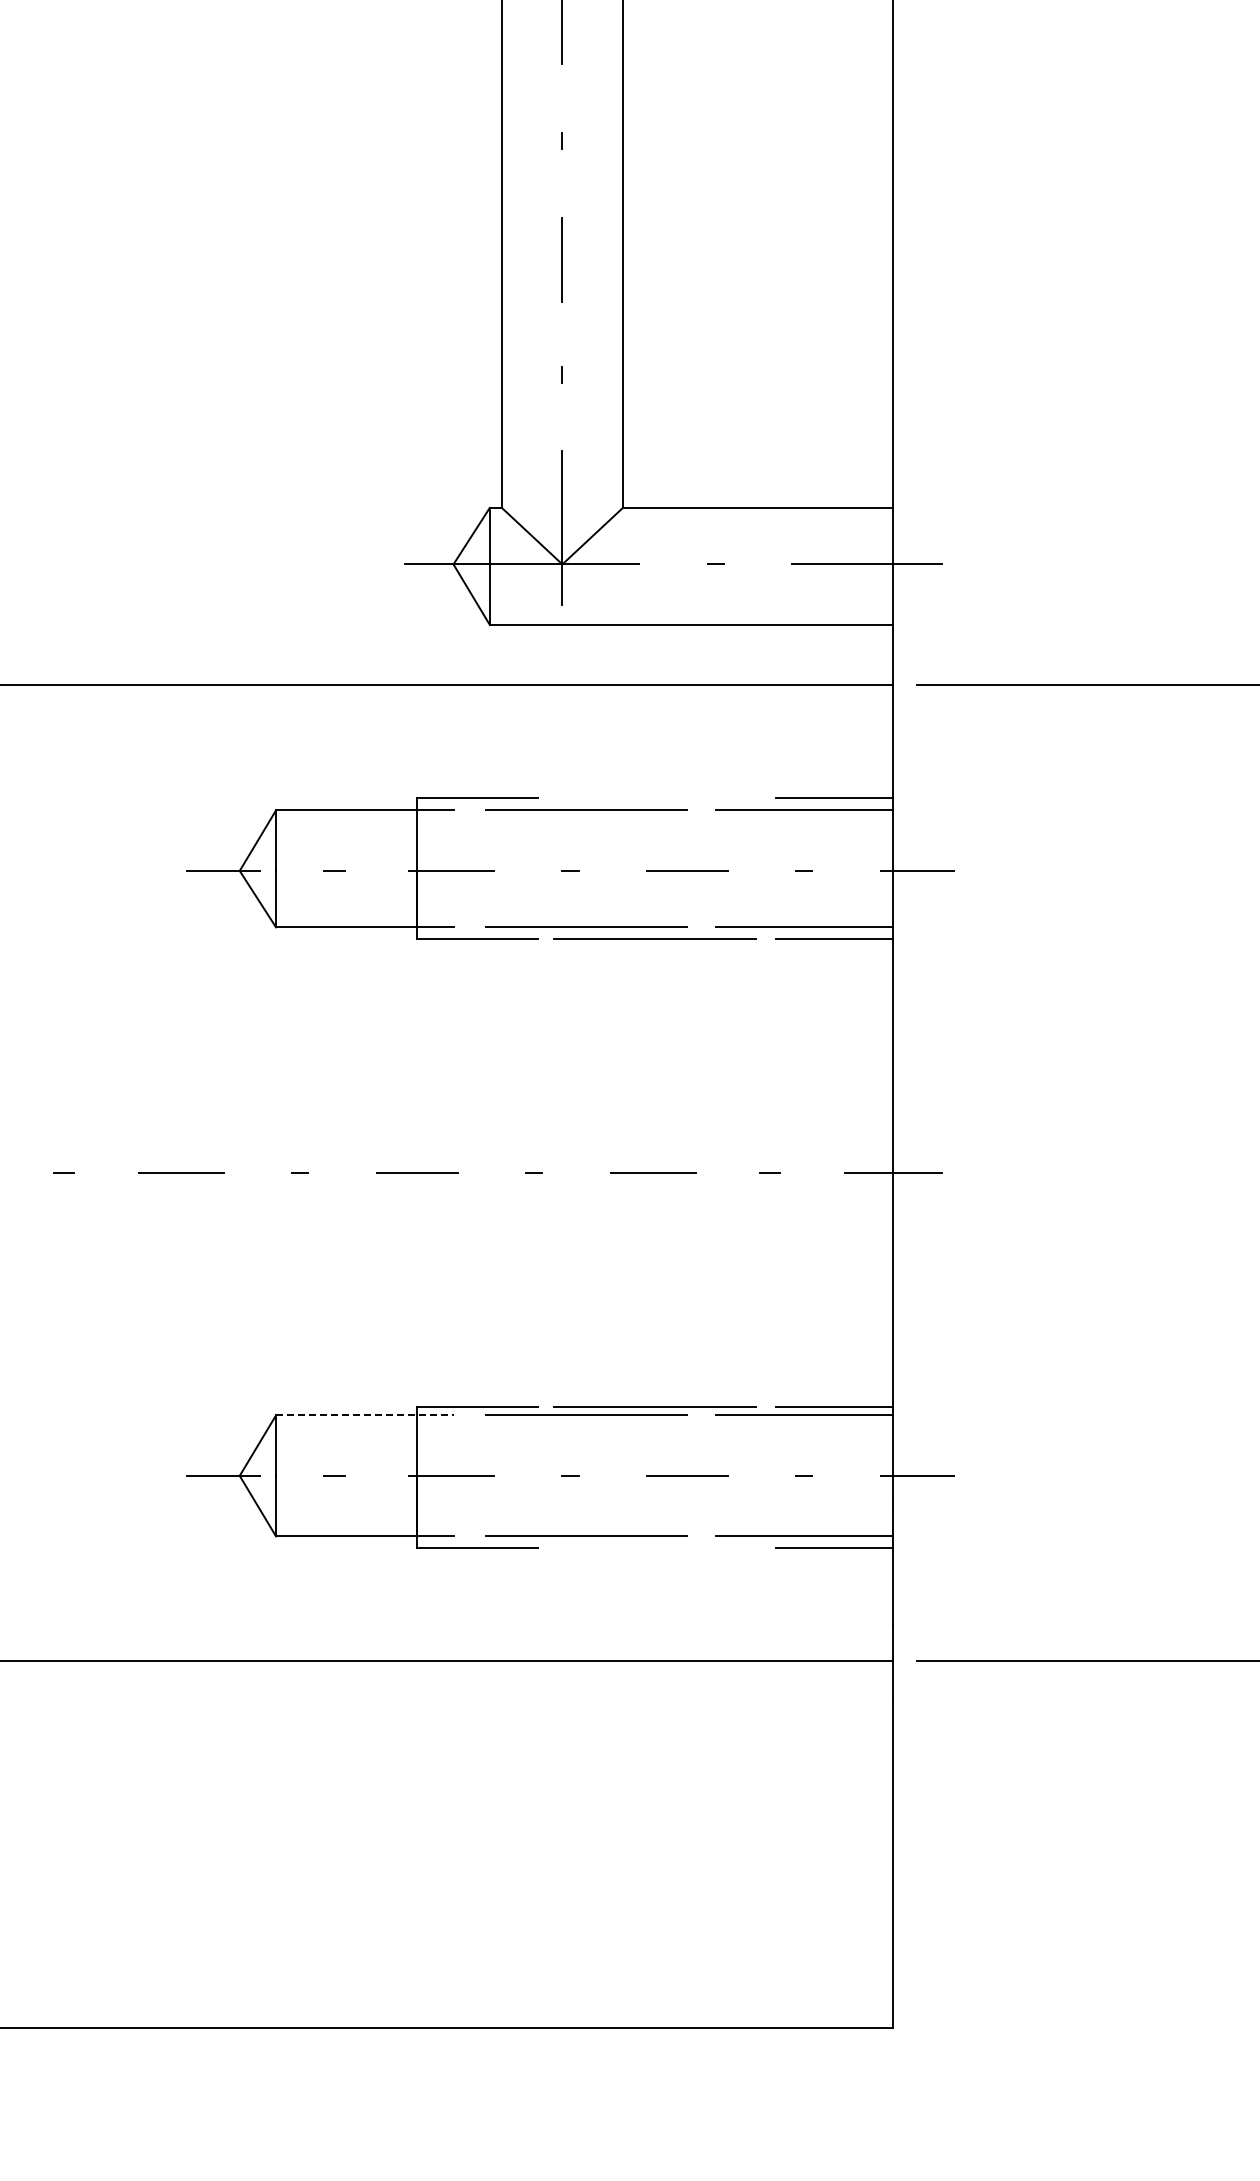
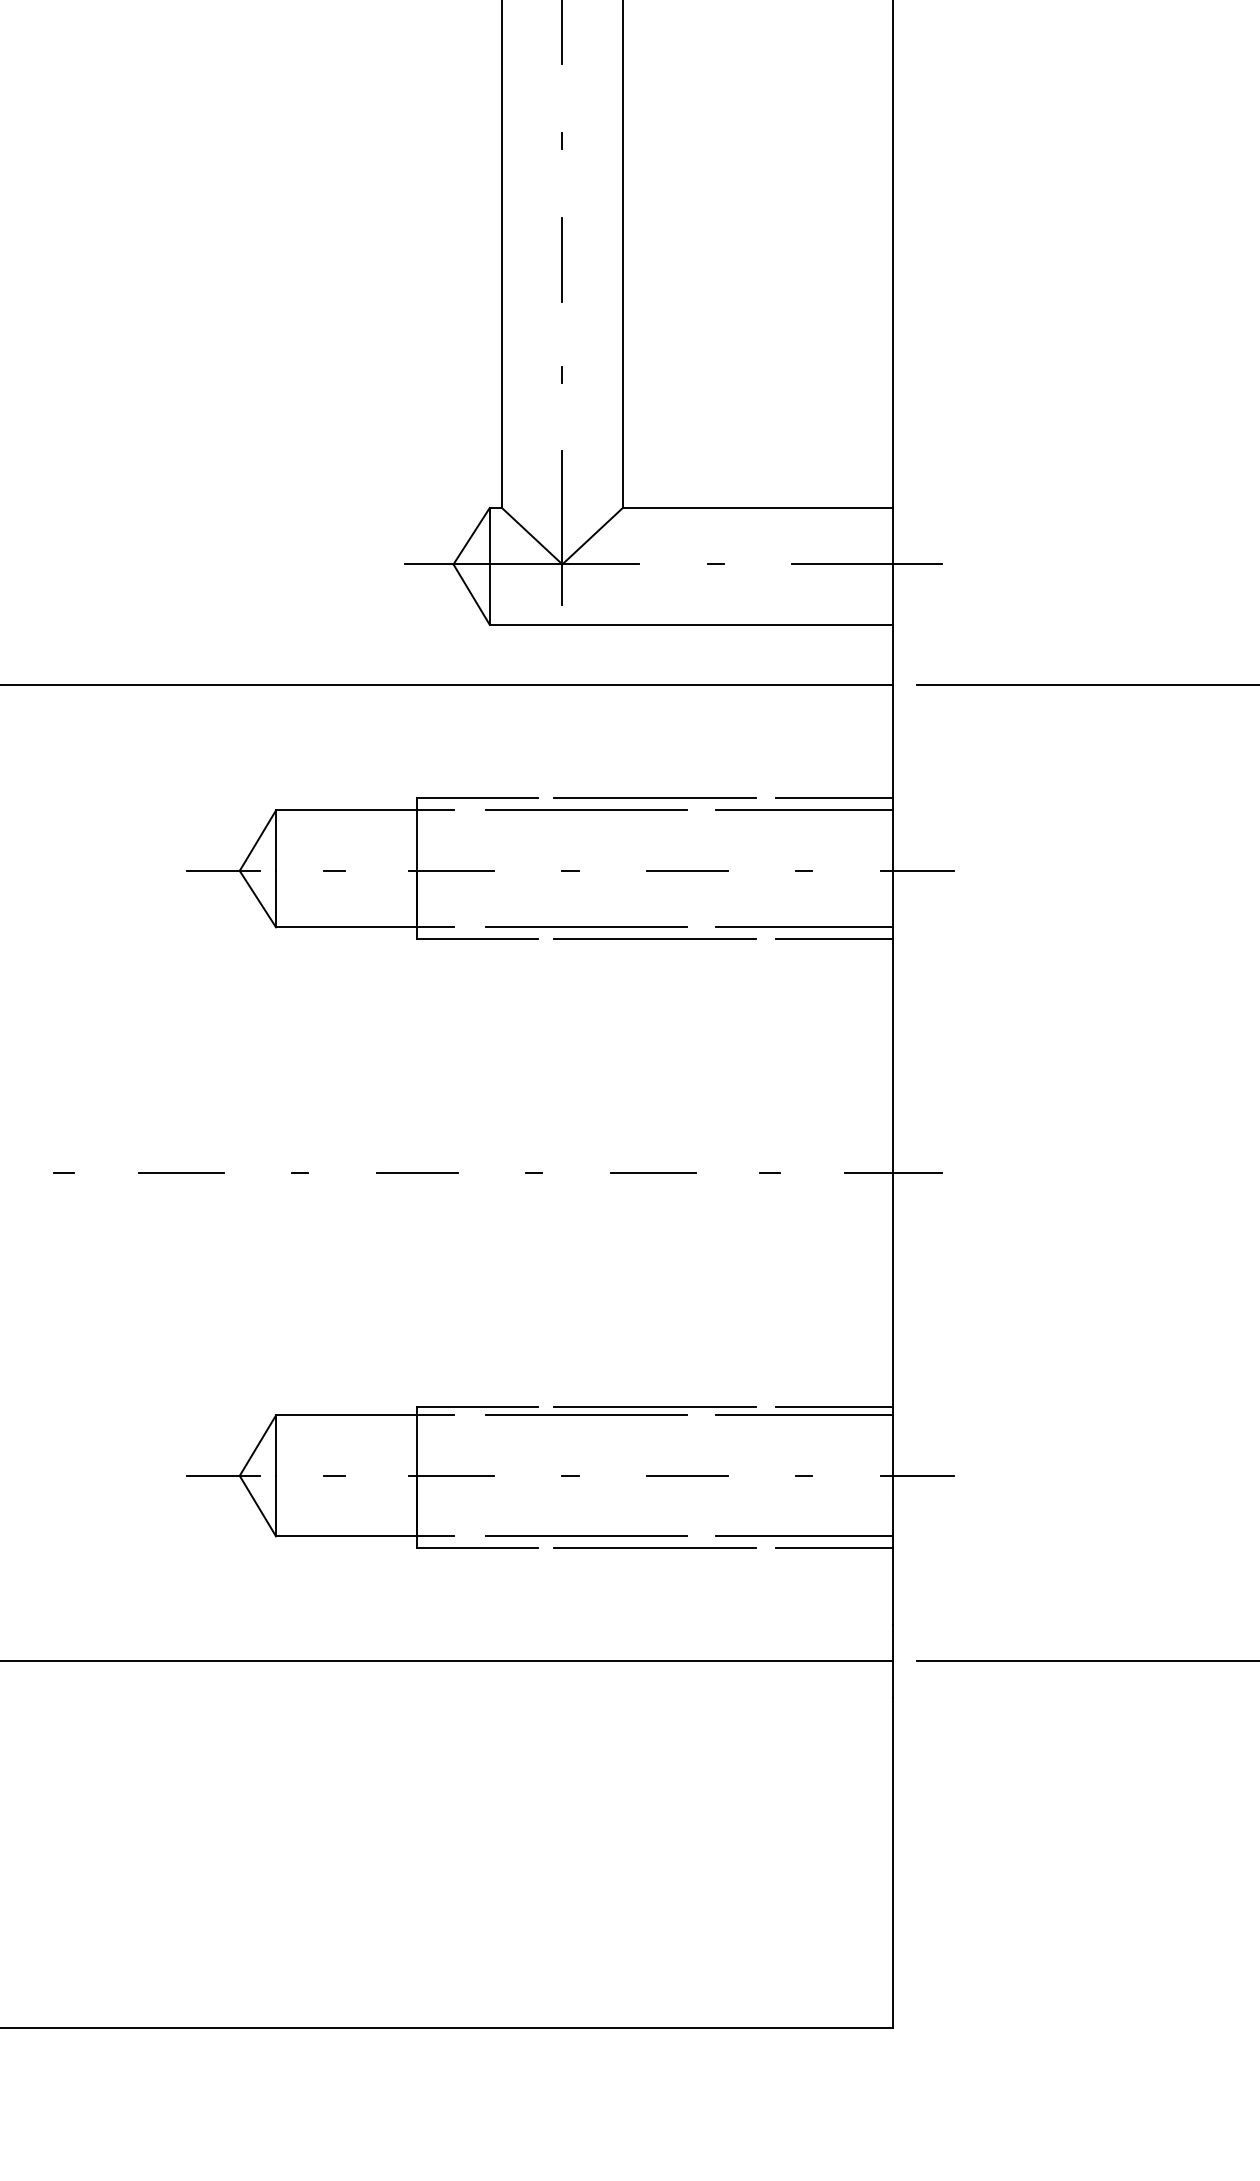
line at (654, 797): none -> present
line at (364, 1415): dashed -> solid
line at (654, 1548): none -> present
